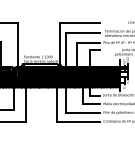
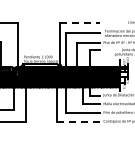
line at (80, 22): solid -> dashed
line at (78, 121): solid -> dashed
